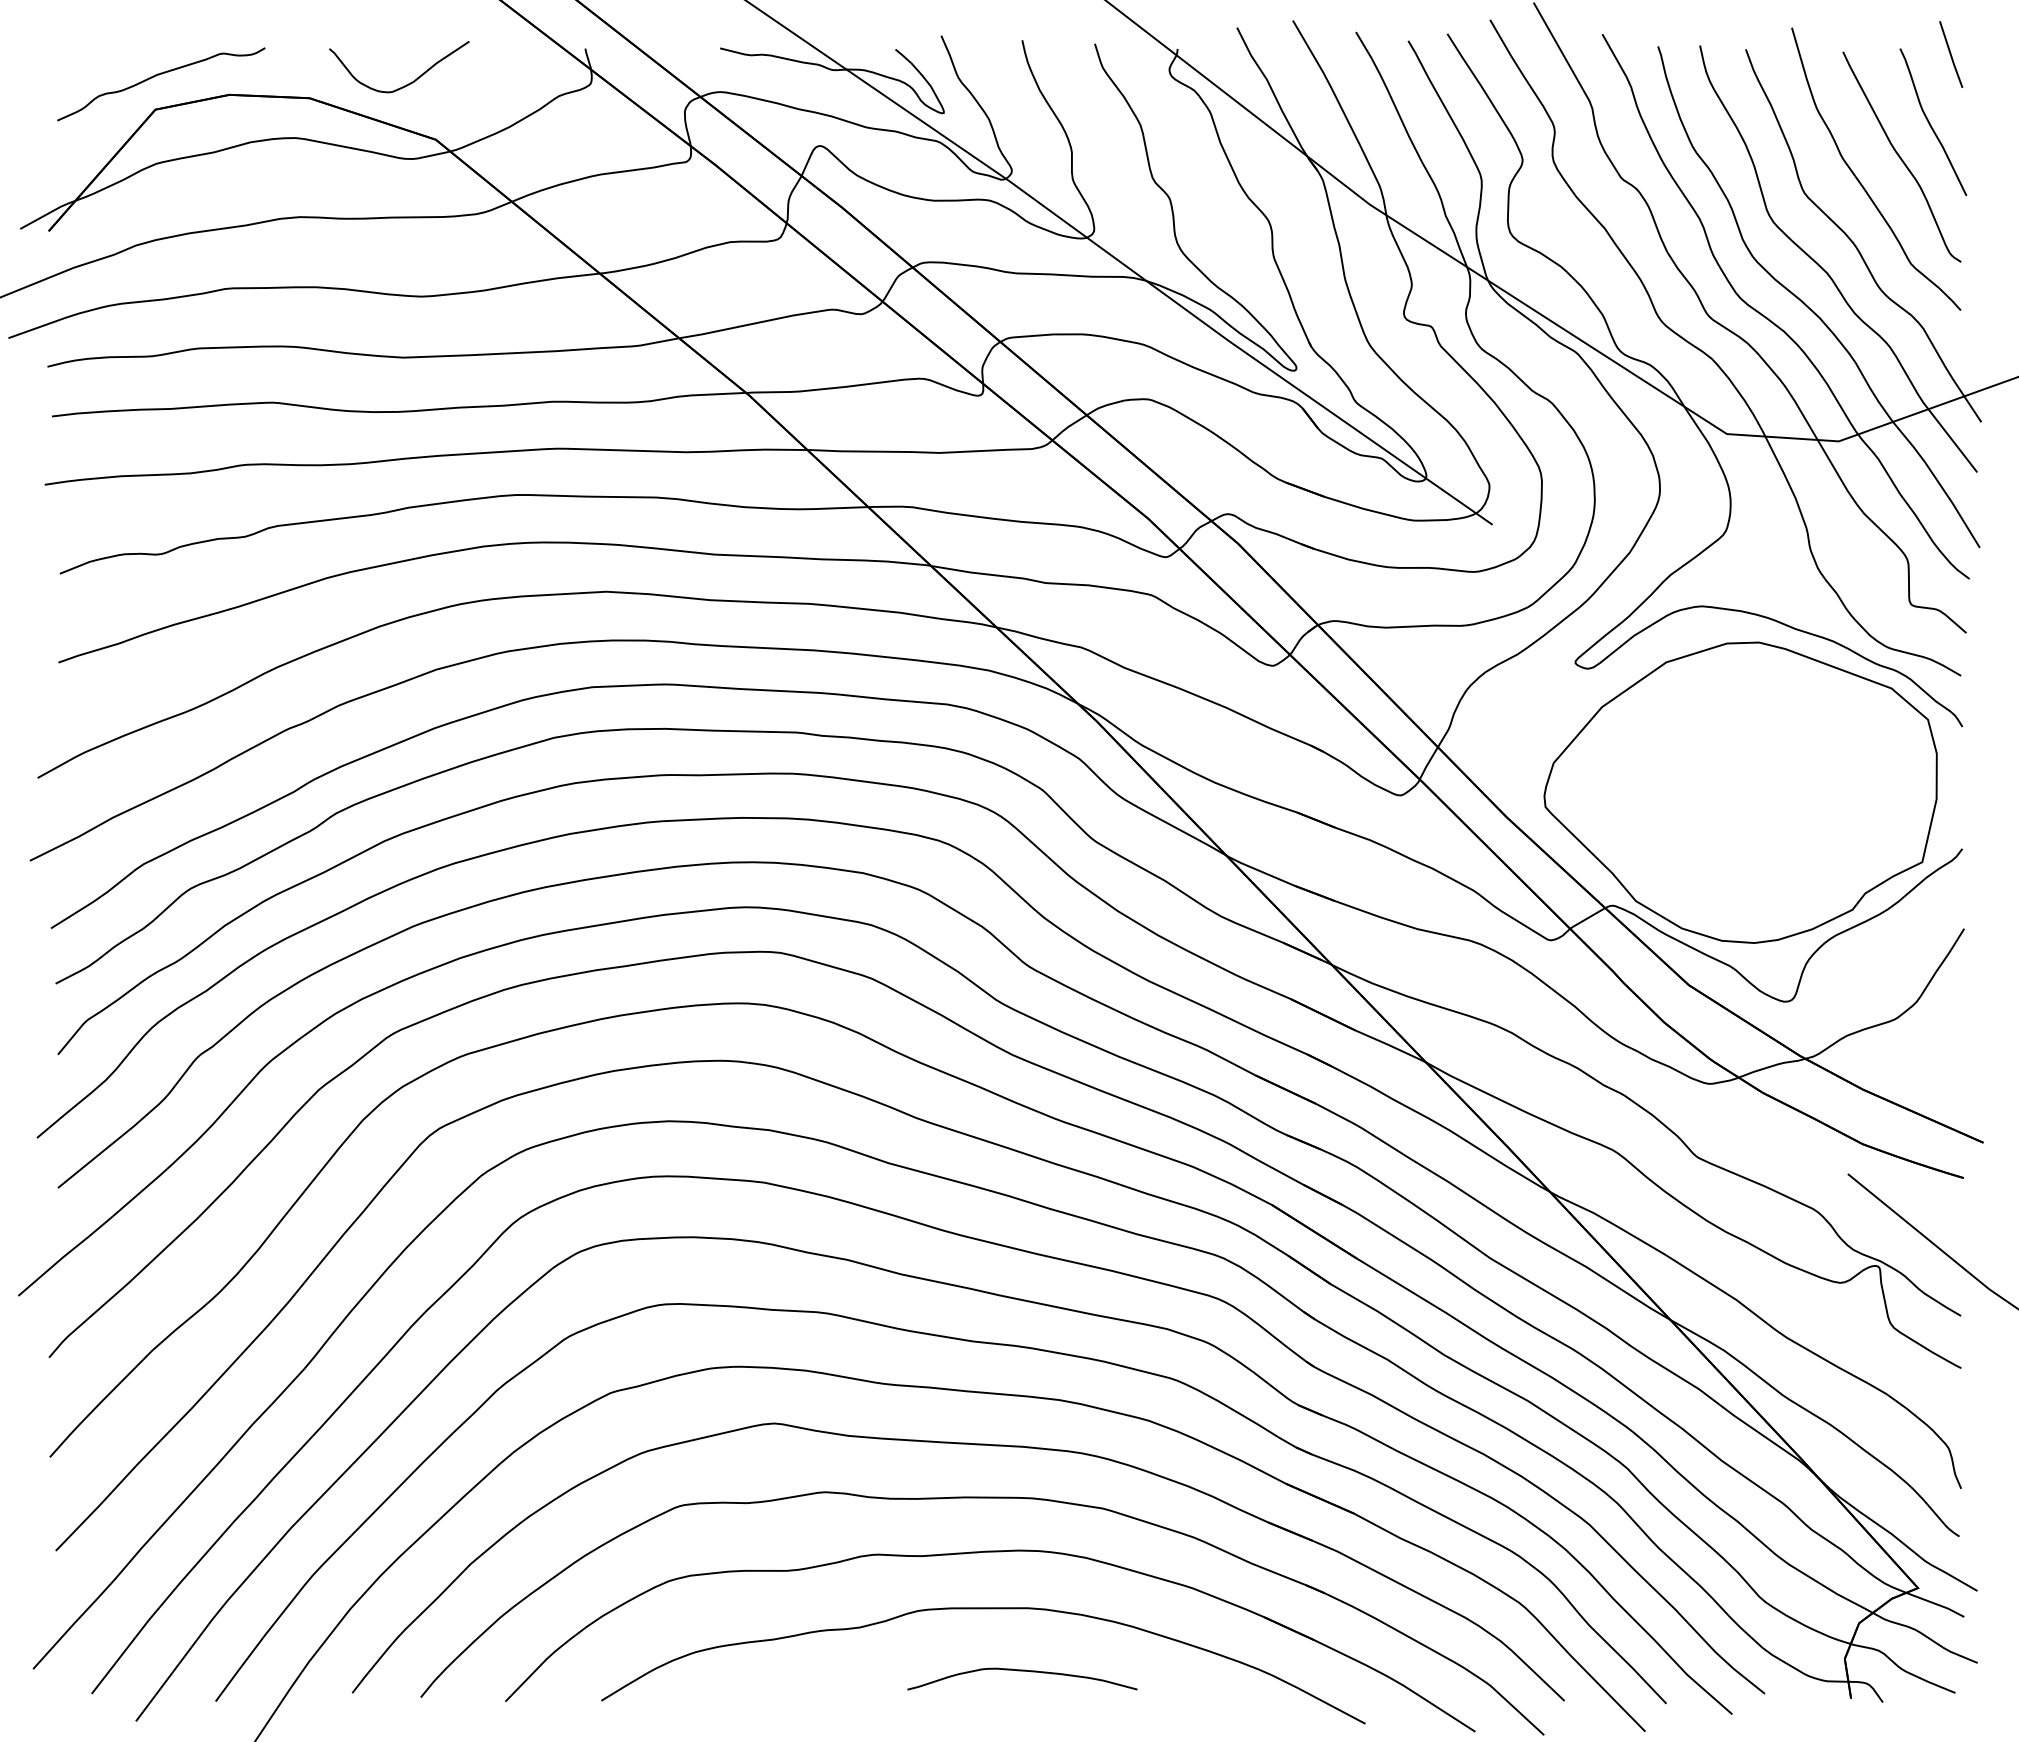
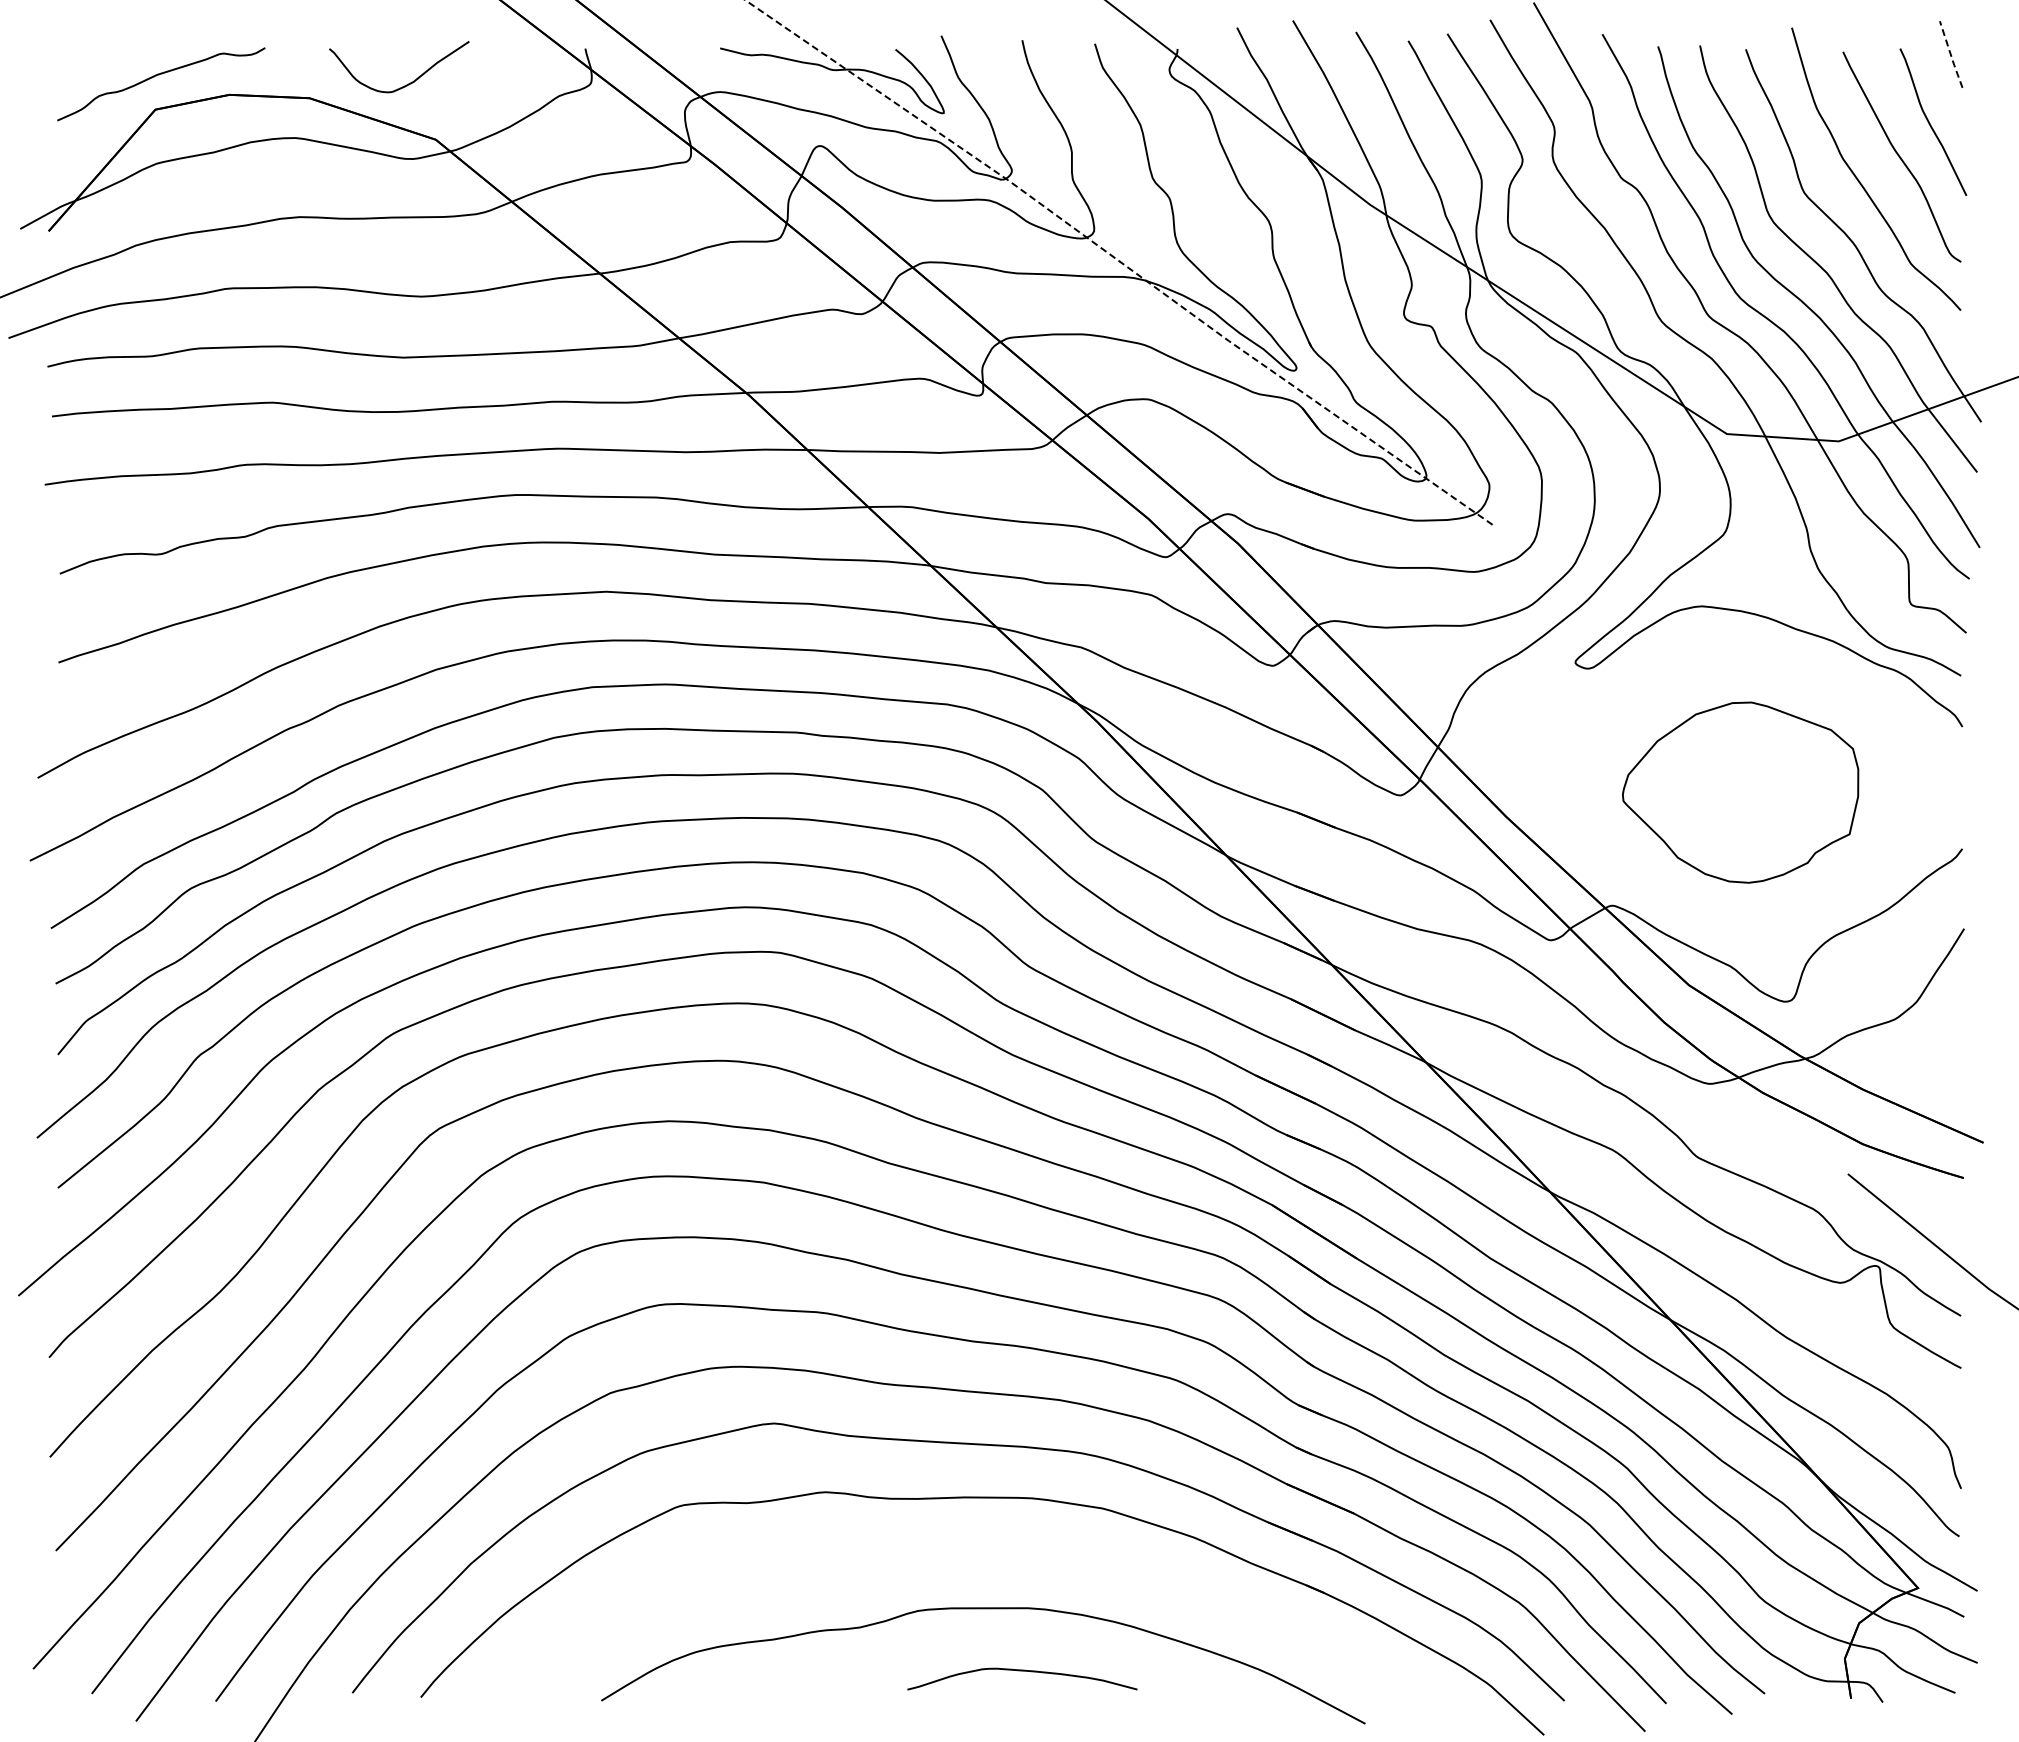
line at (1950, 54): solid -> dashed
line at (1119, 261): solid -> dashed
part at (1740, 792) size: 395x303 px -> 238x183 px
part at (978, 1553): present -> none
